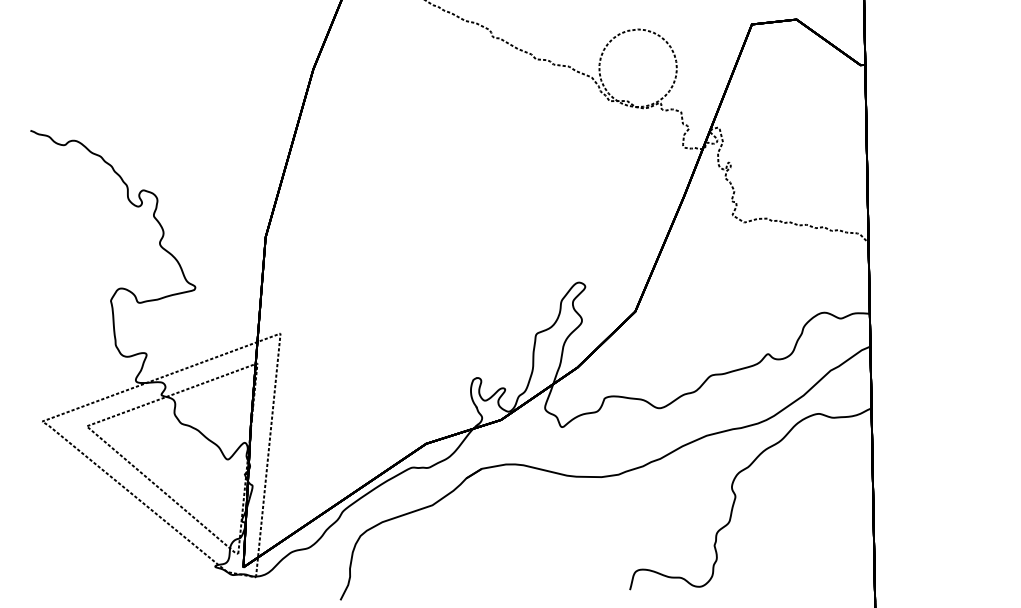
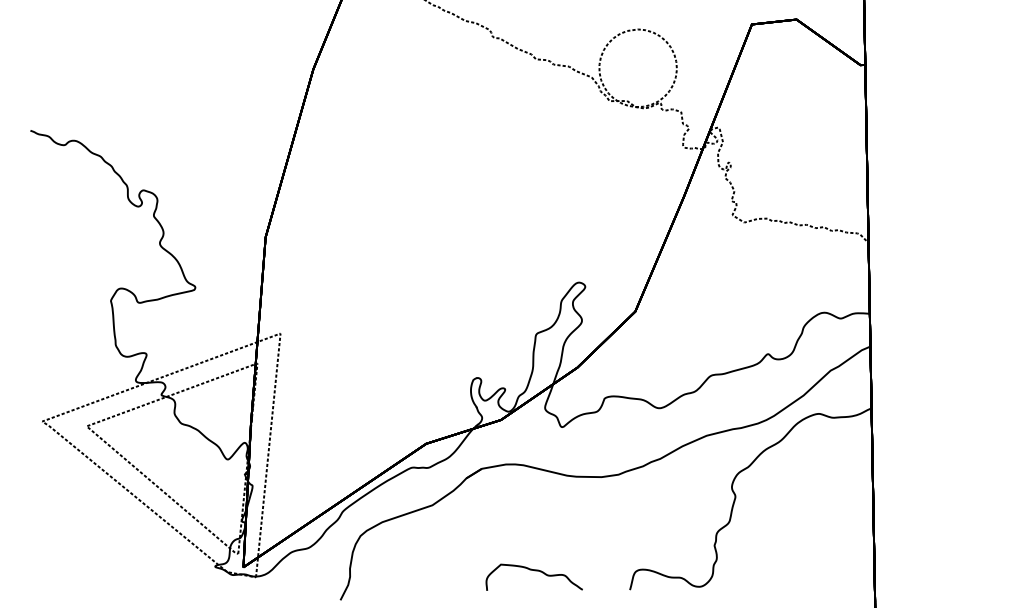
curve at (534, 571): none -> present
